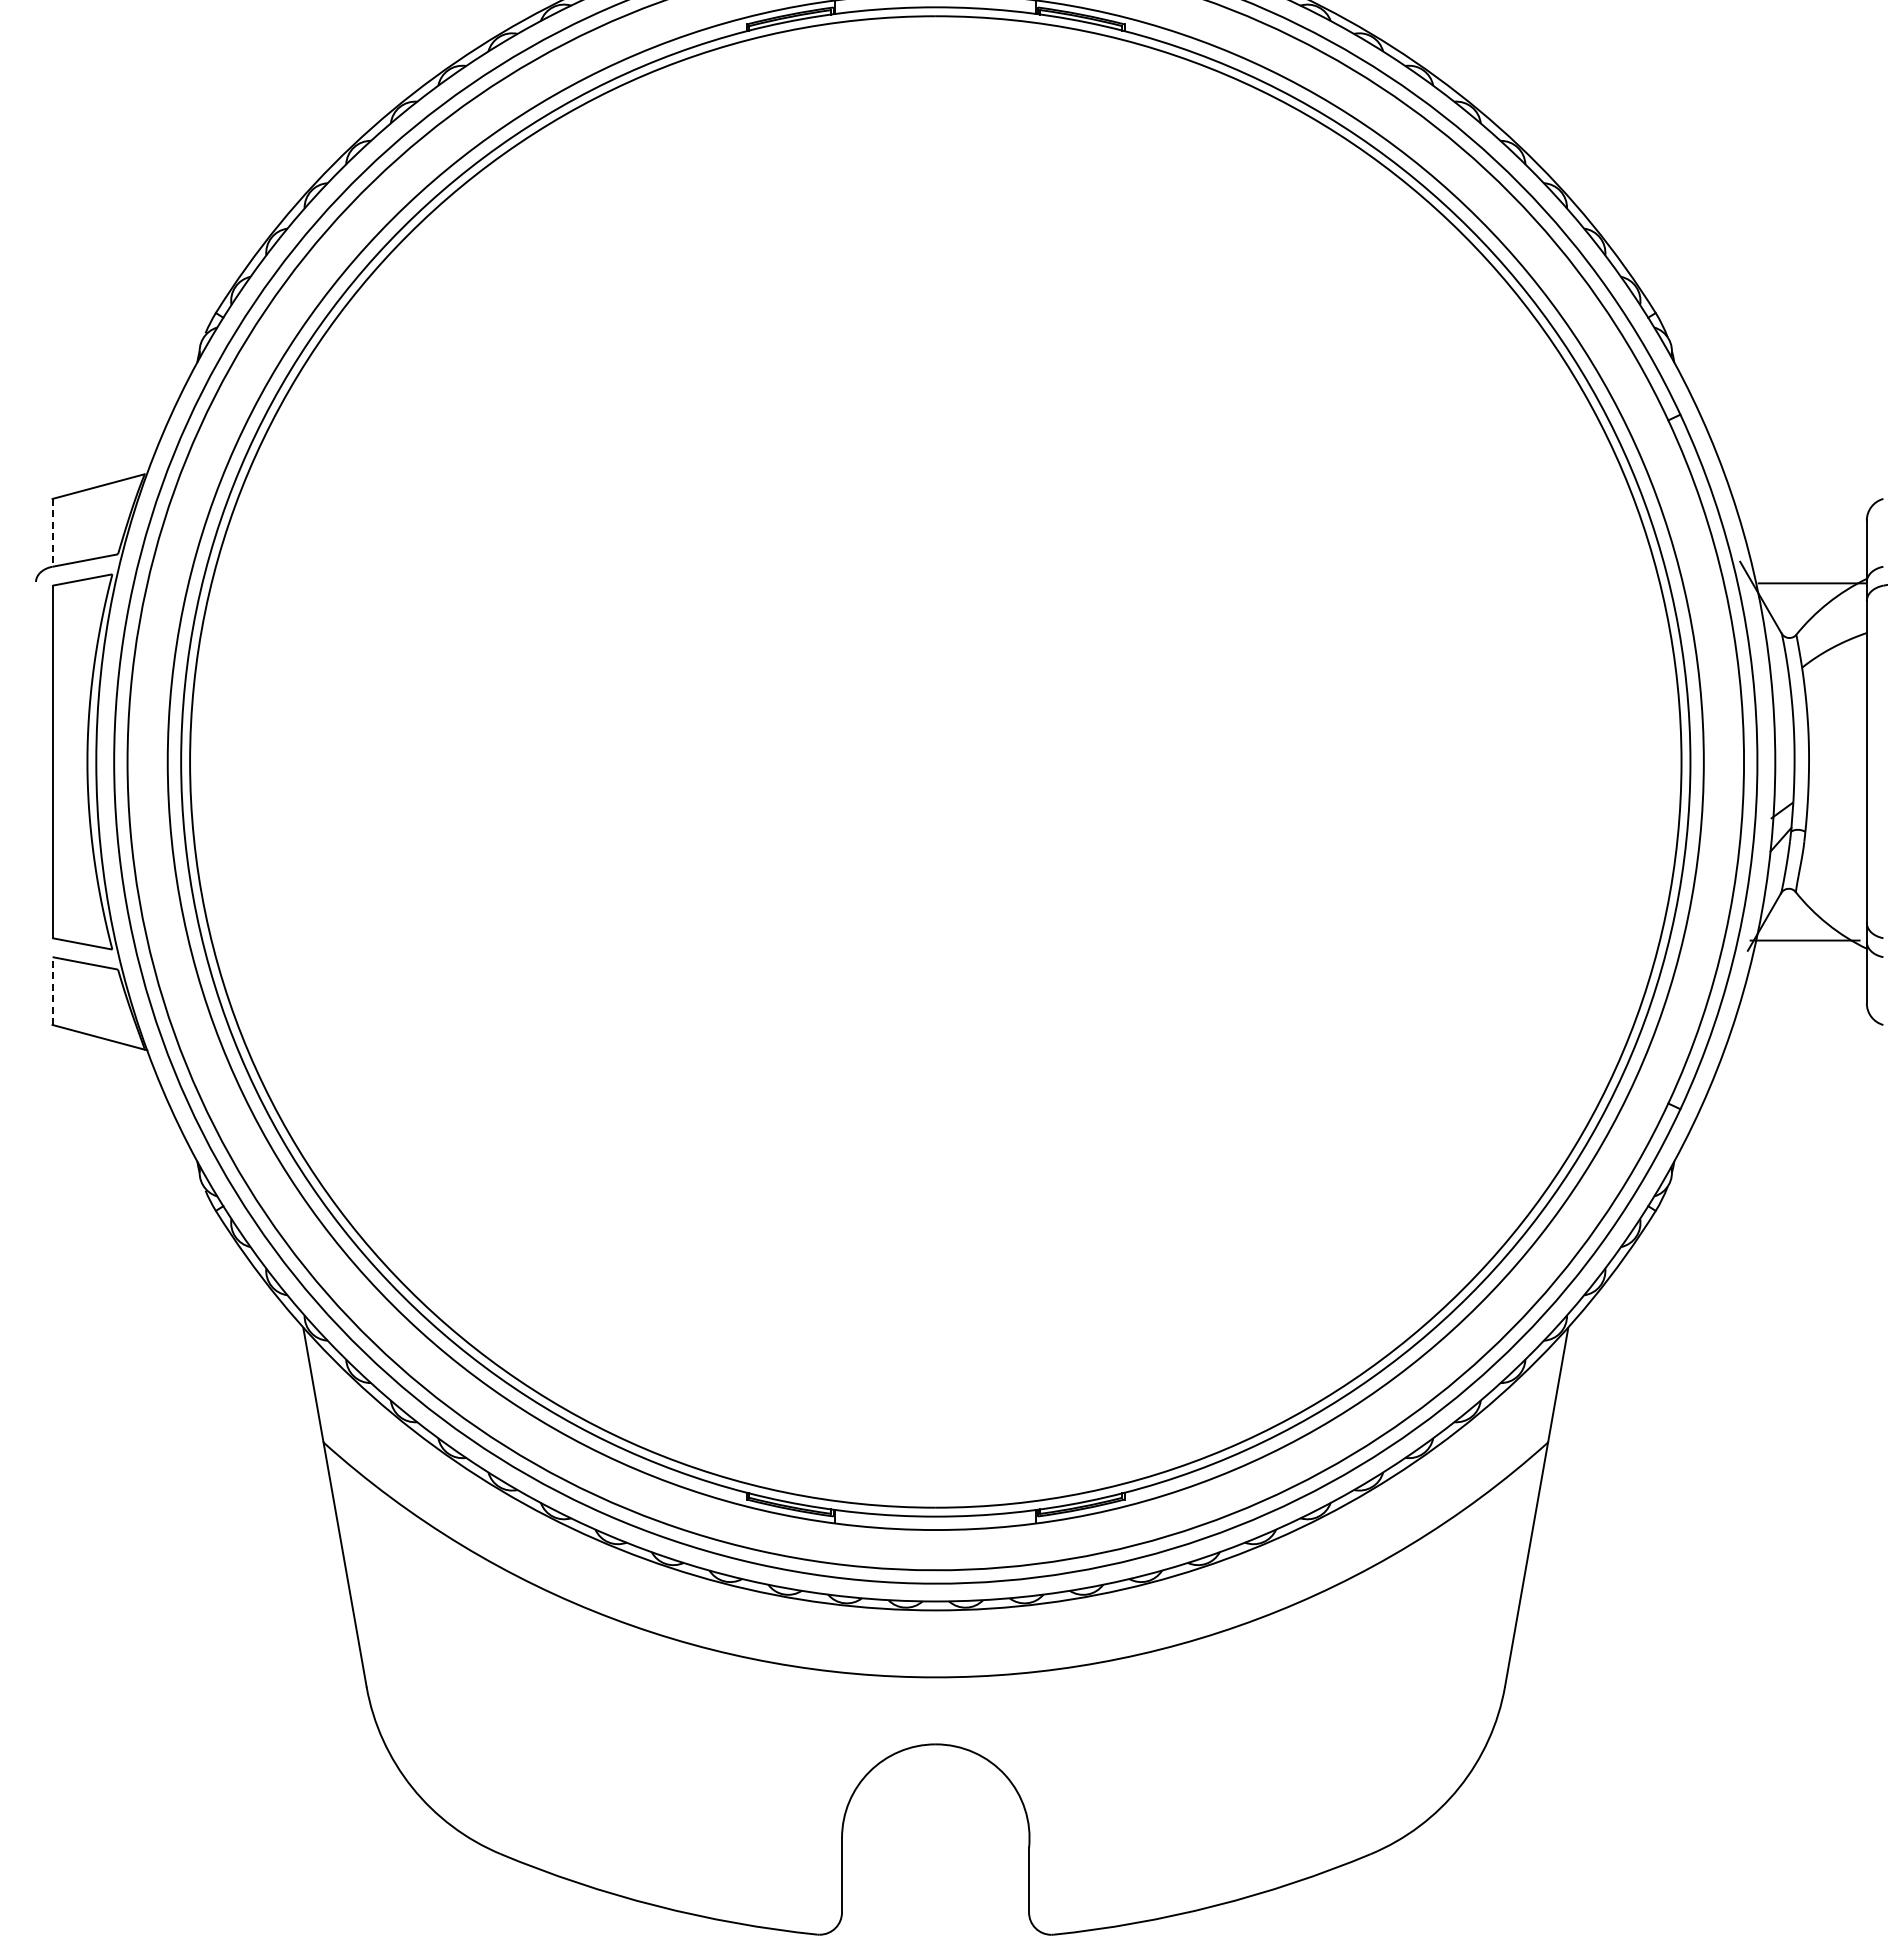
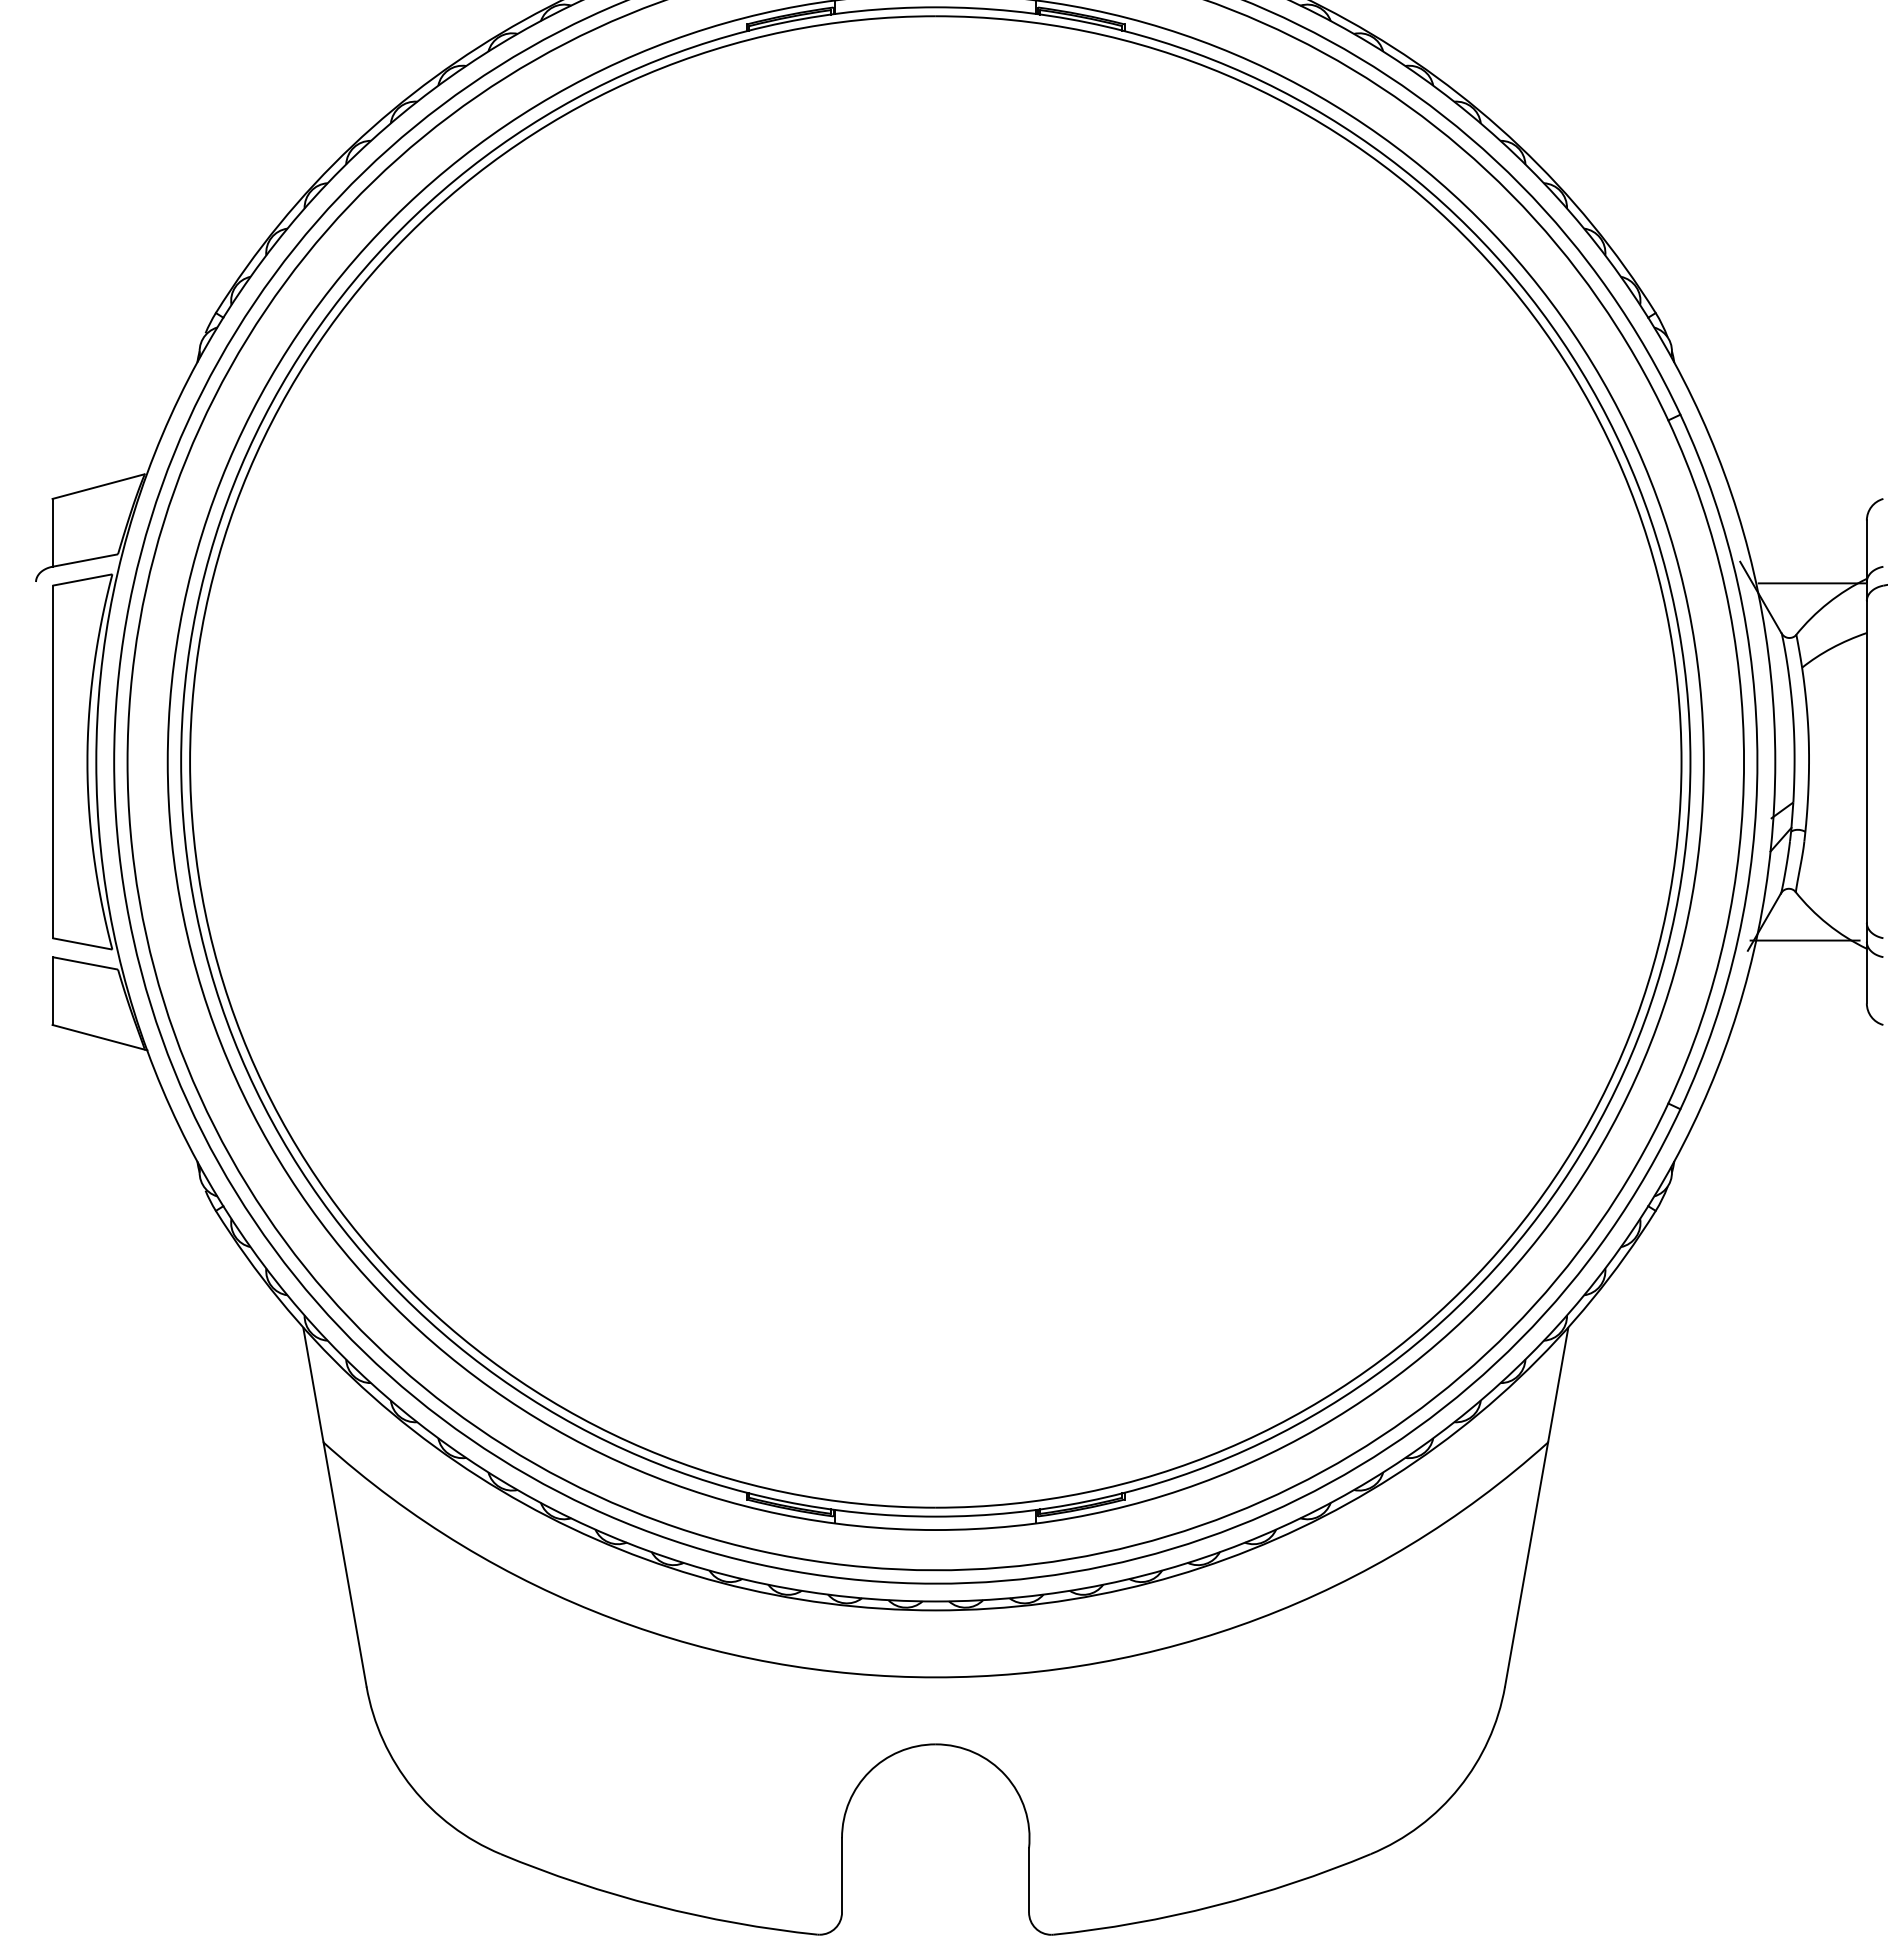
line at (52, 532): dashed -> solid
line at (52, 991): dashed -> solid
